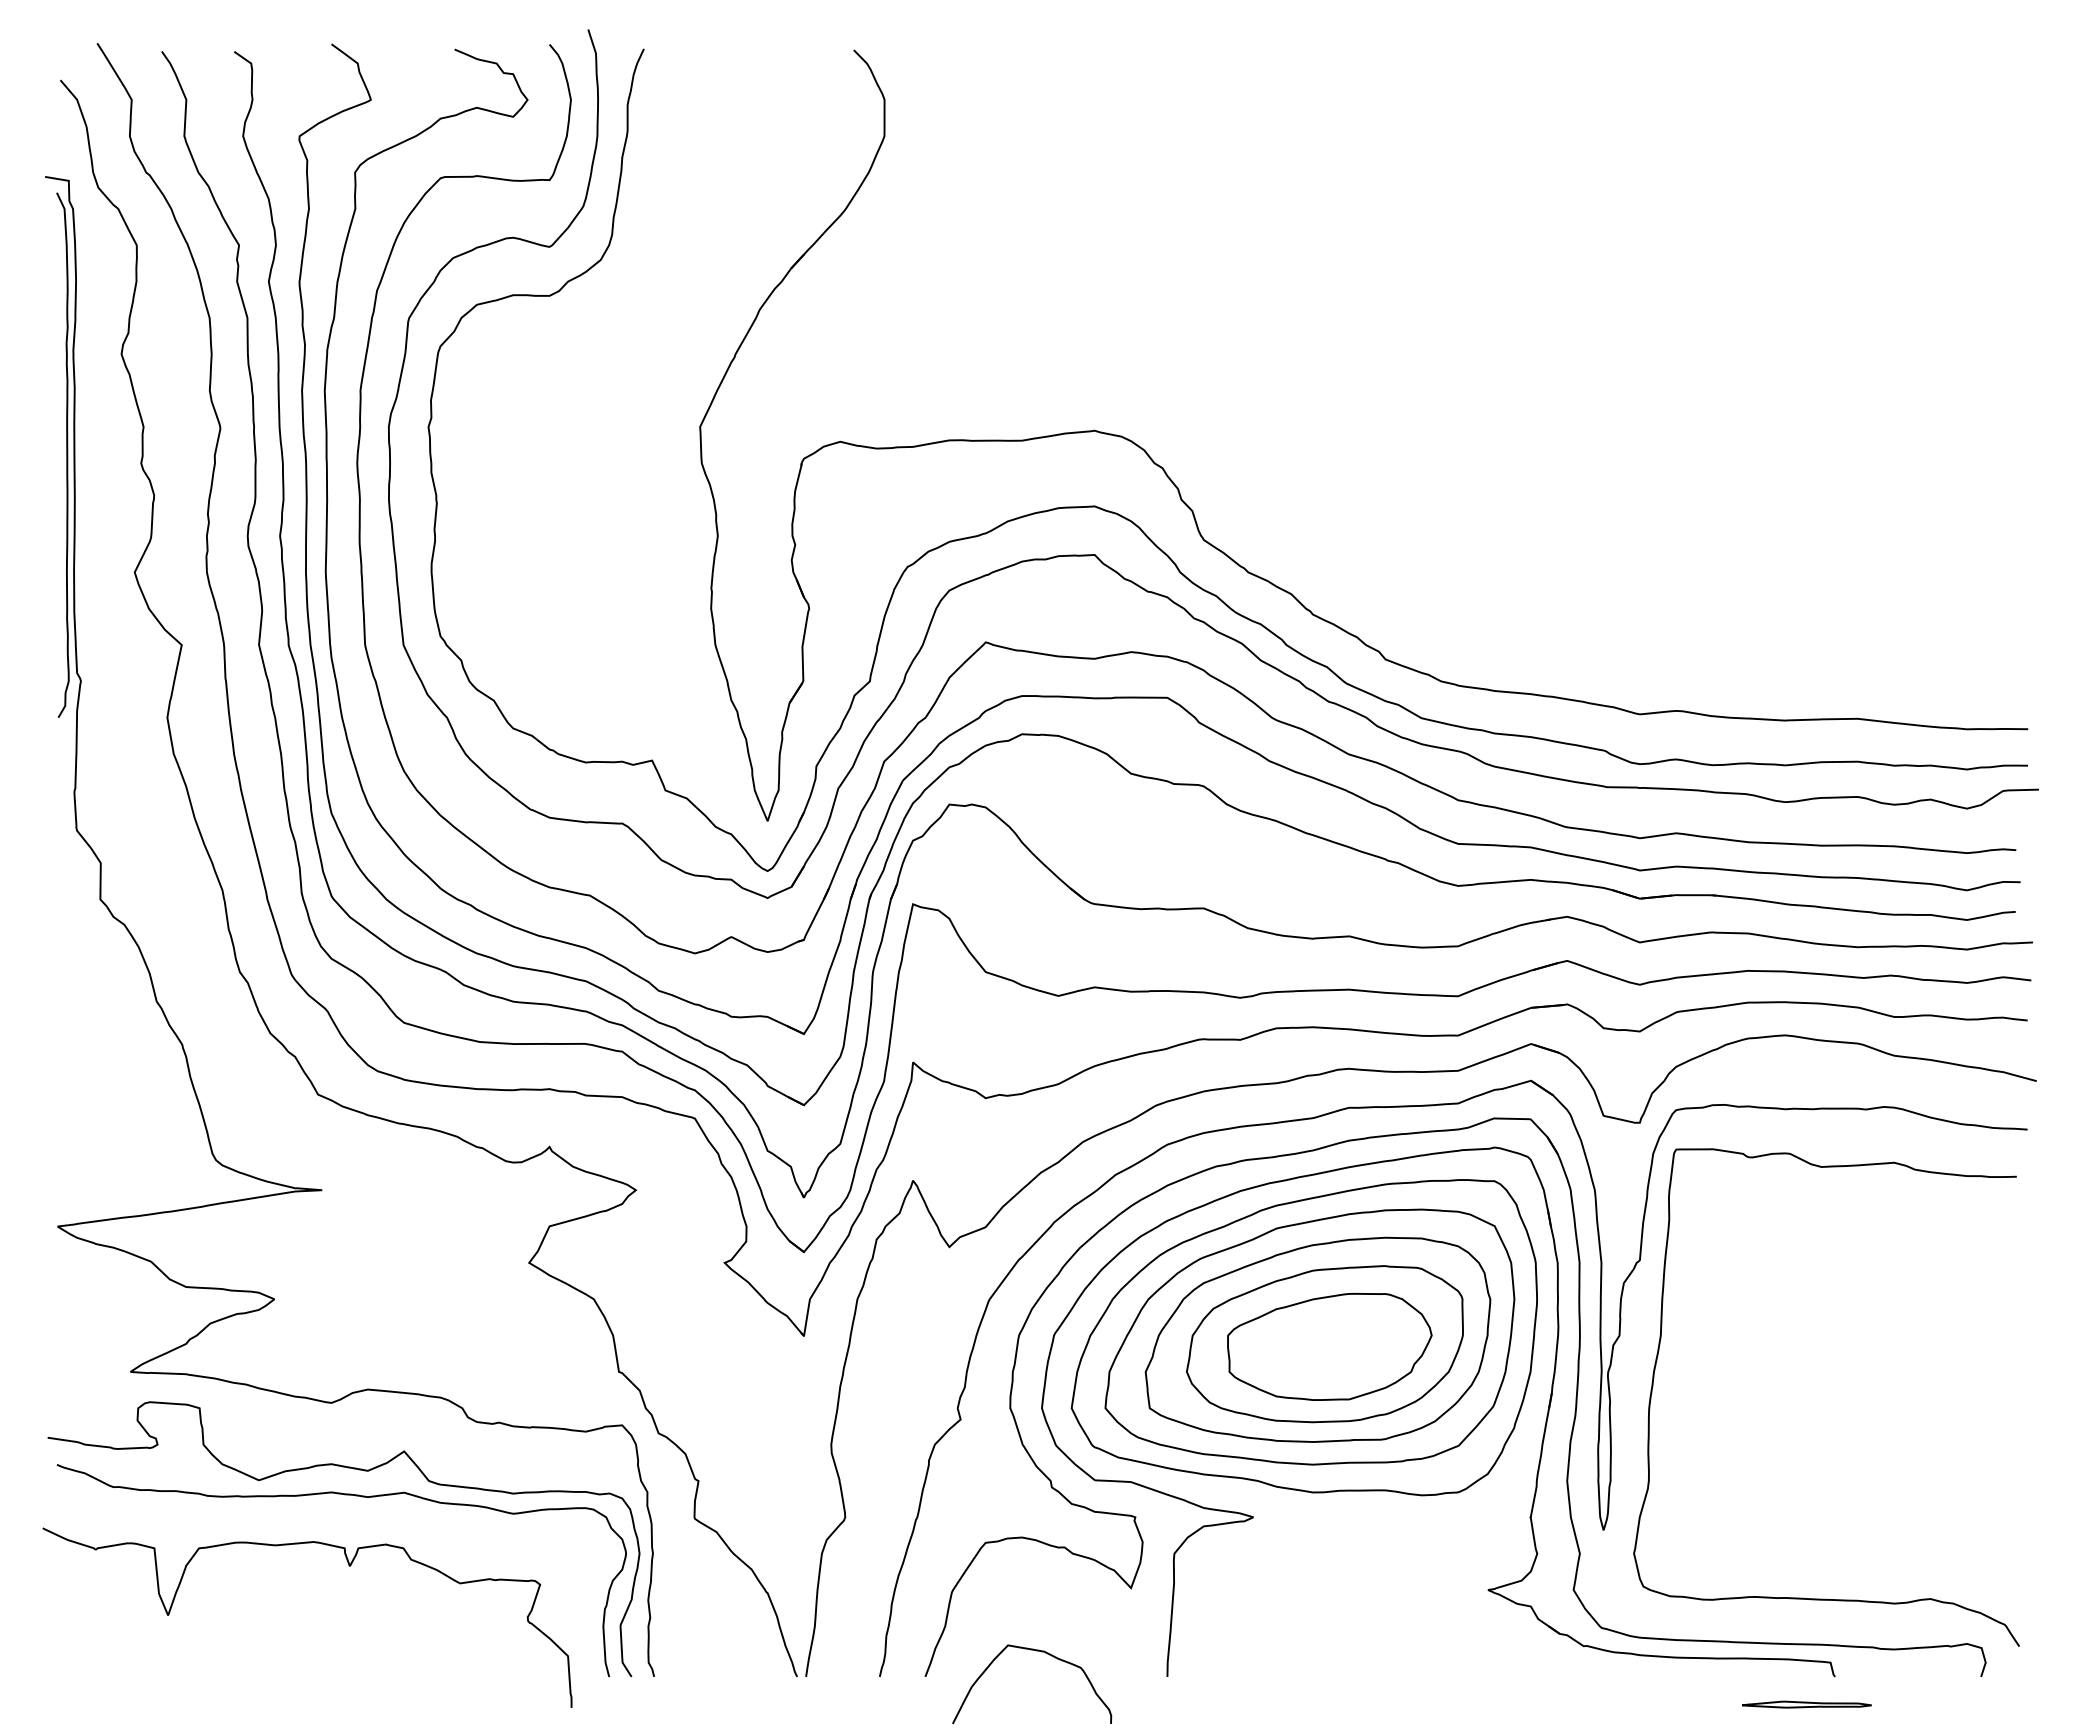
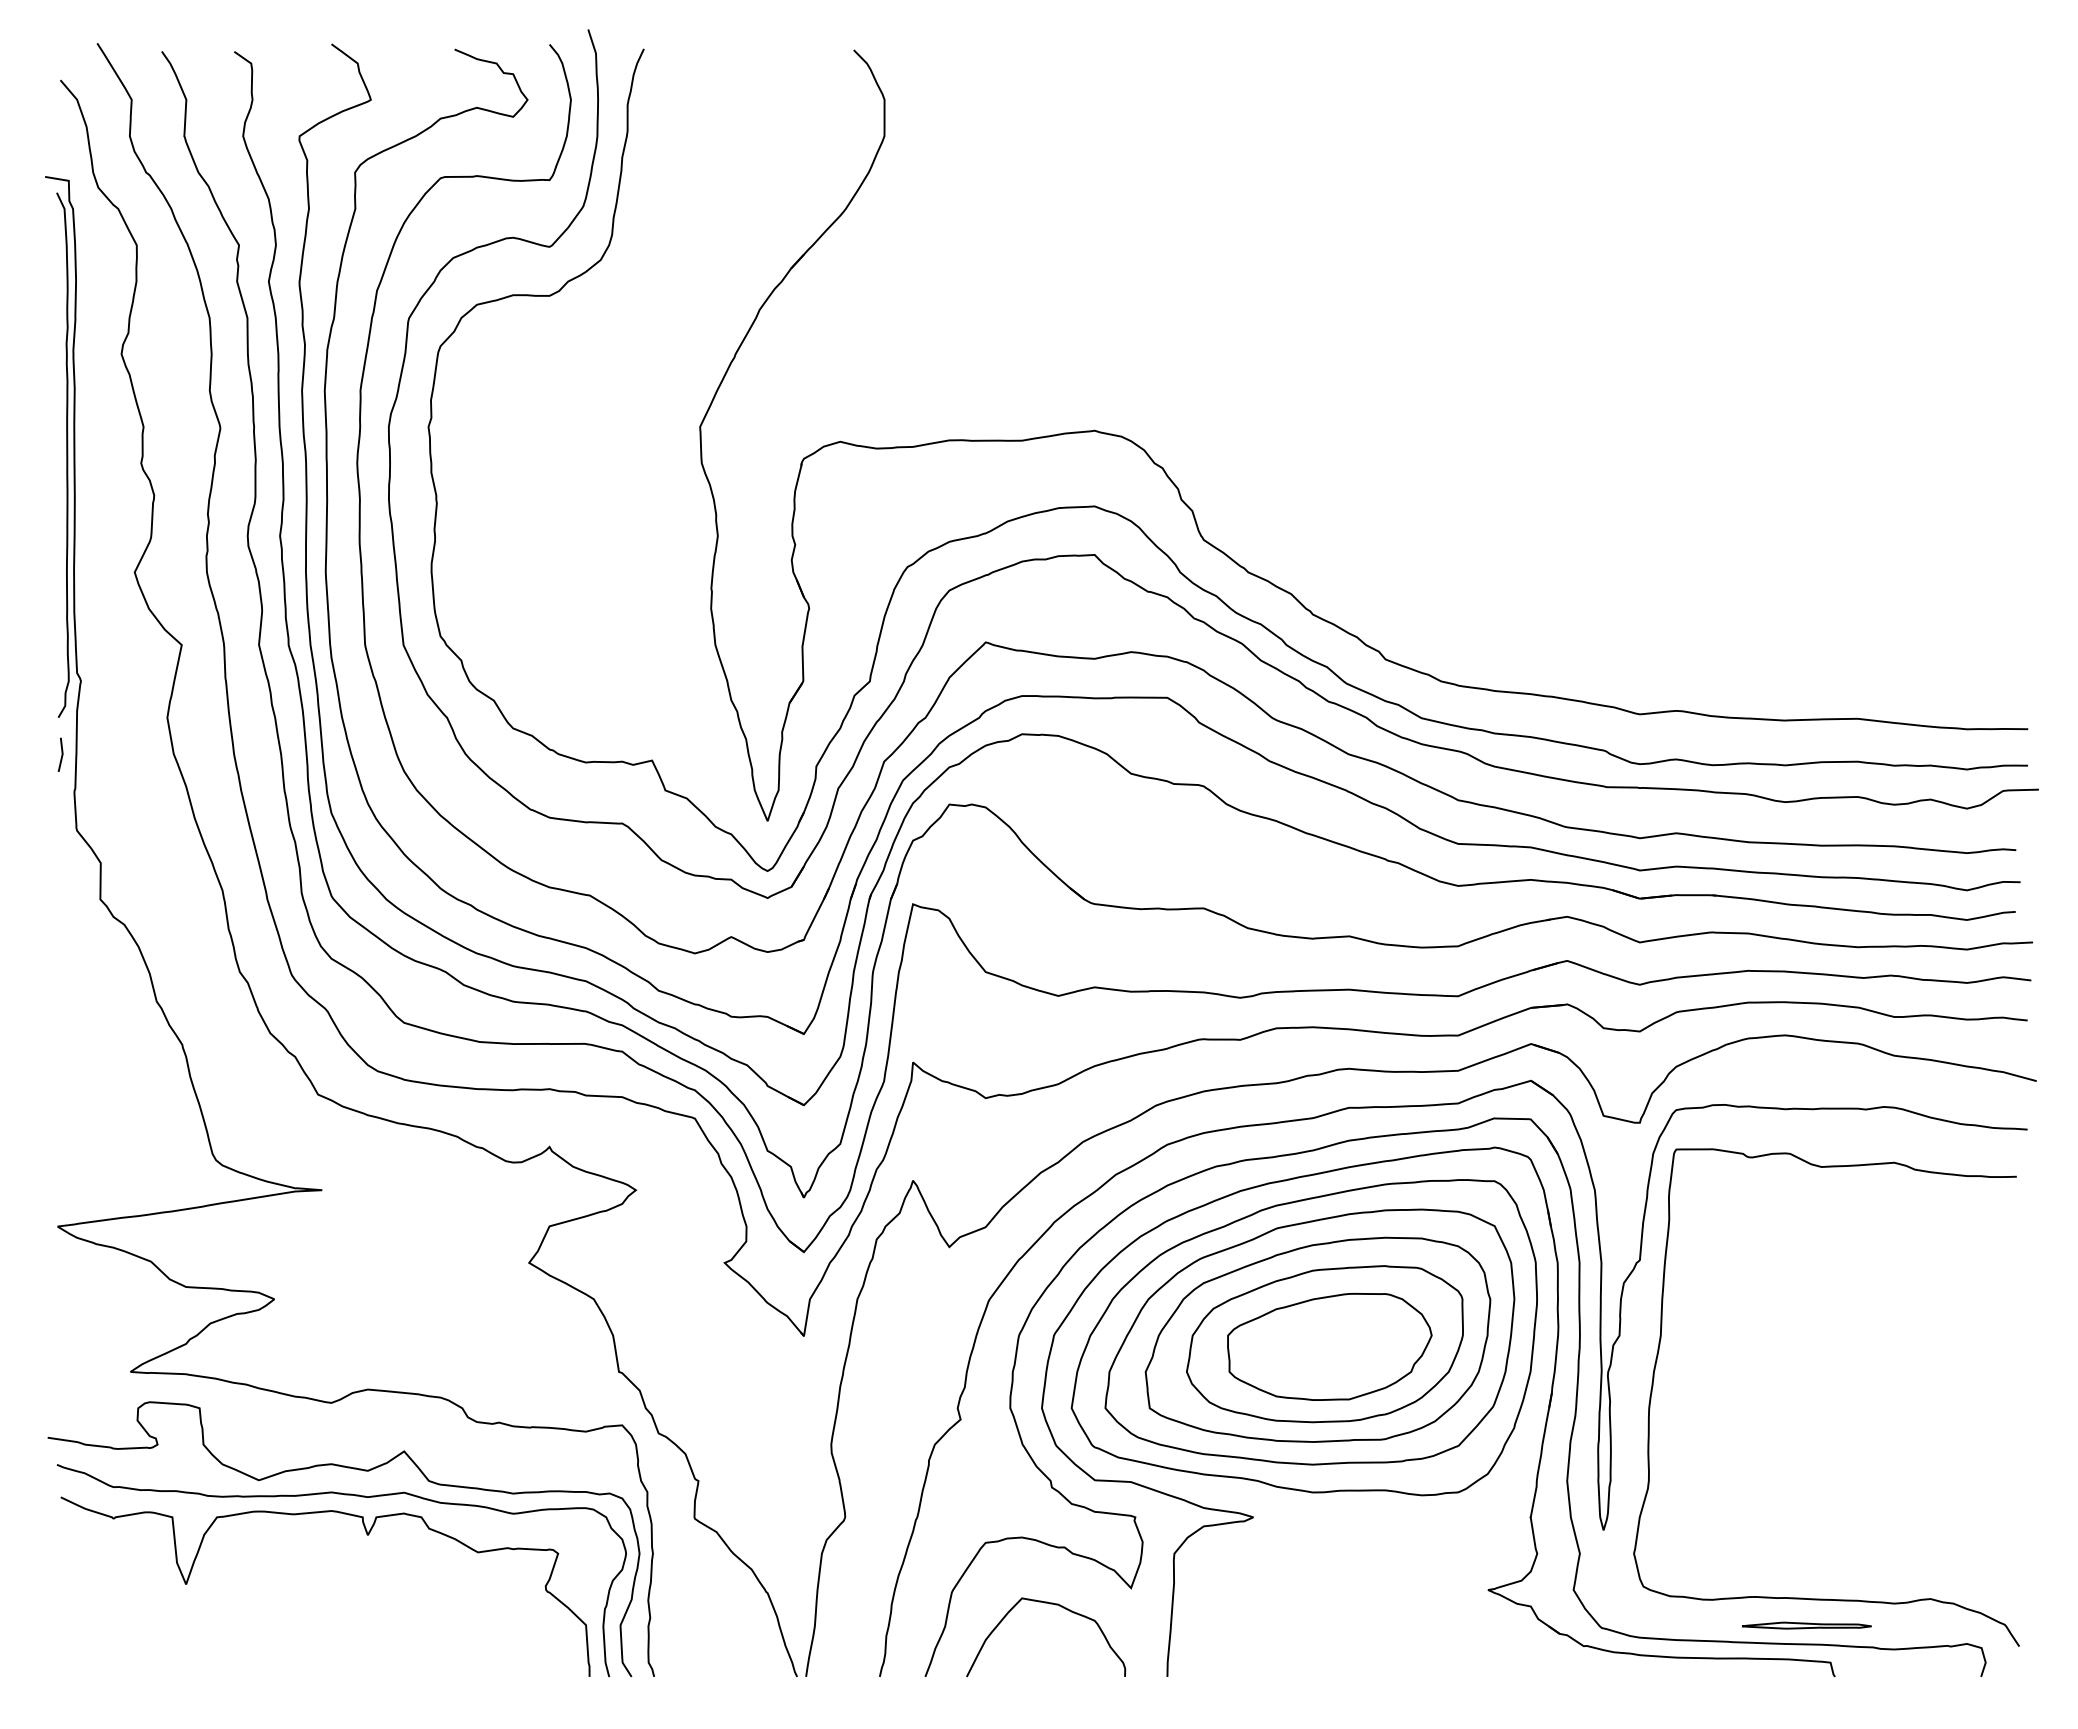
line at (61, 754): none -> present
curve at (349, 1566) position: (349, 1566) -> (367, 1535)
curve at (1036, 1651) position: (1036, 1651) -> (1050, 1604)
part at (1806, 1704) position: (1806, 1704) -> (1806, 1625)
